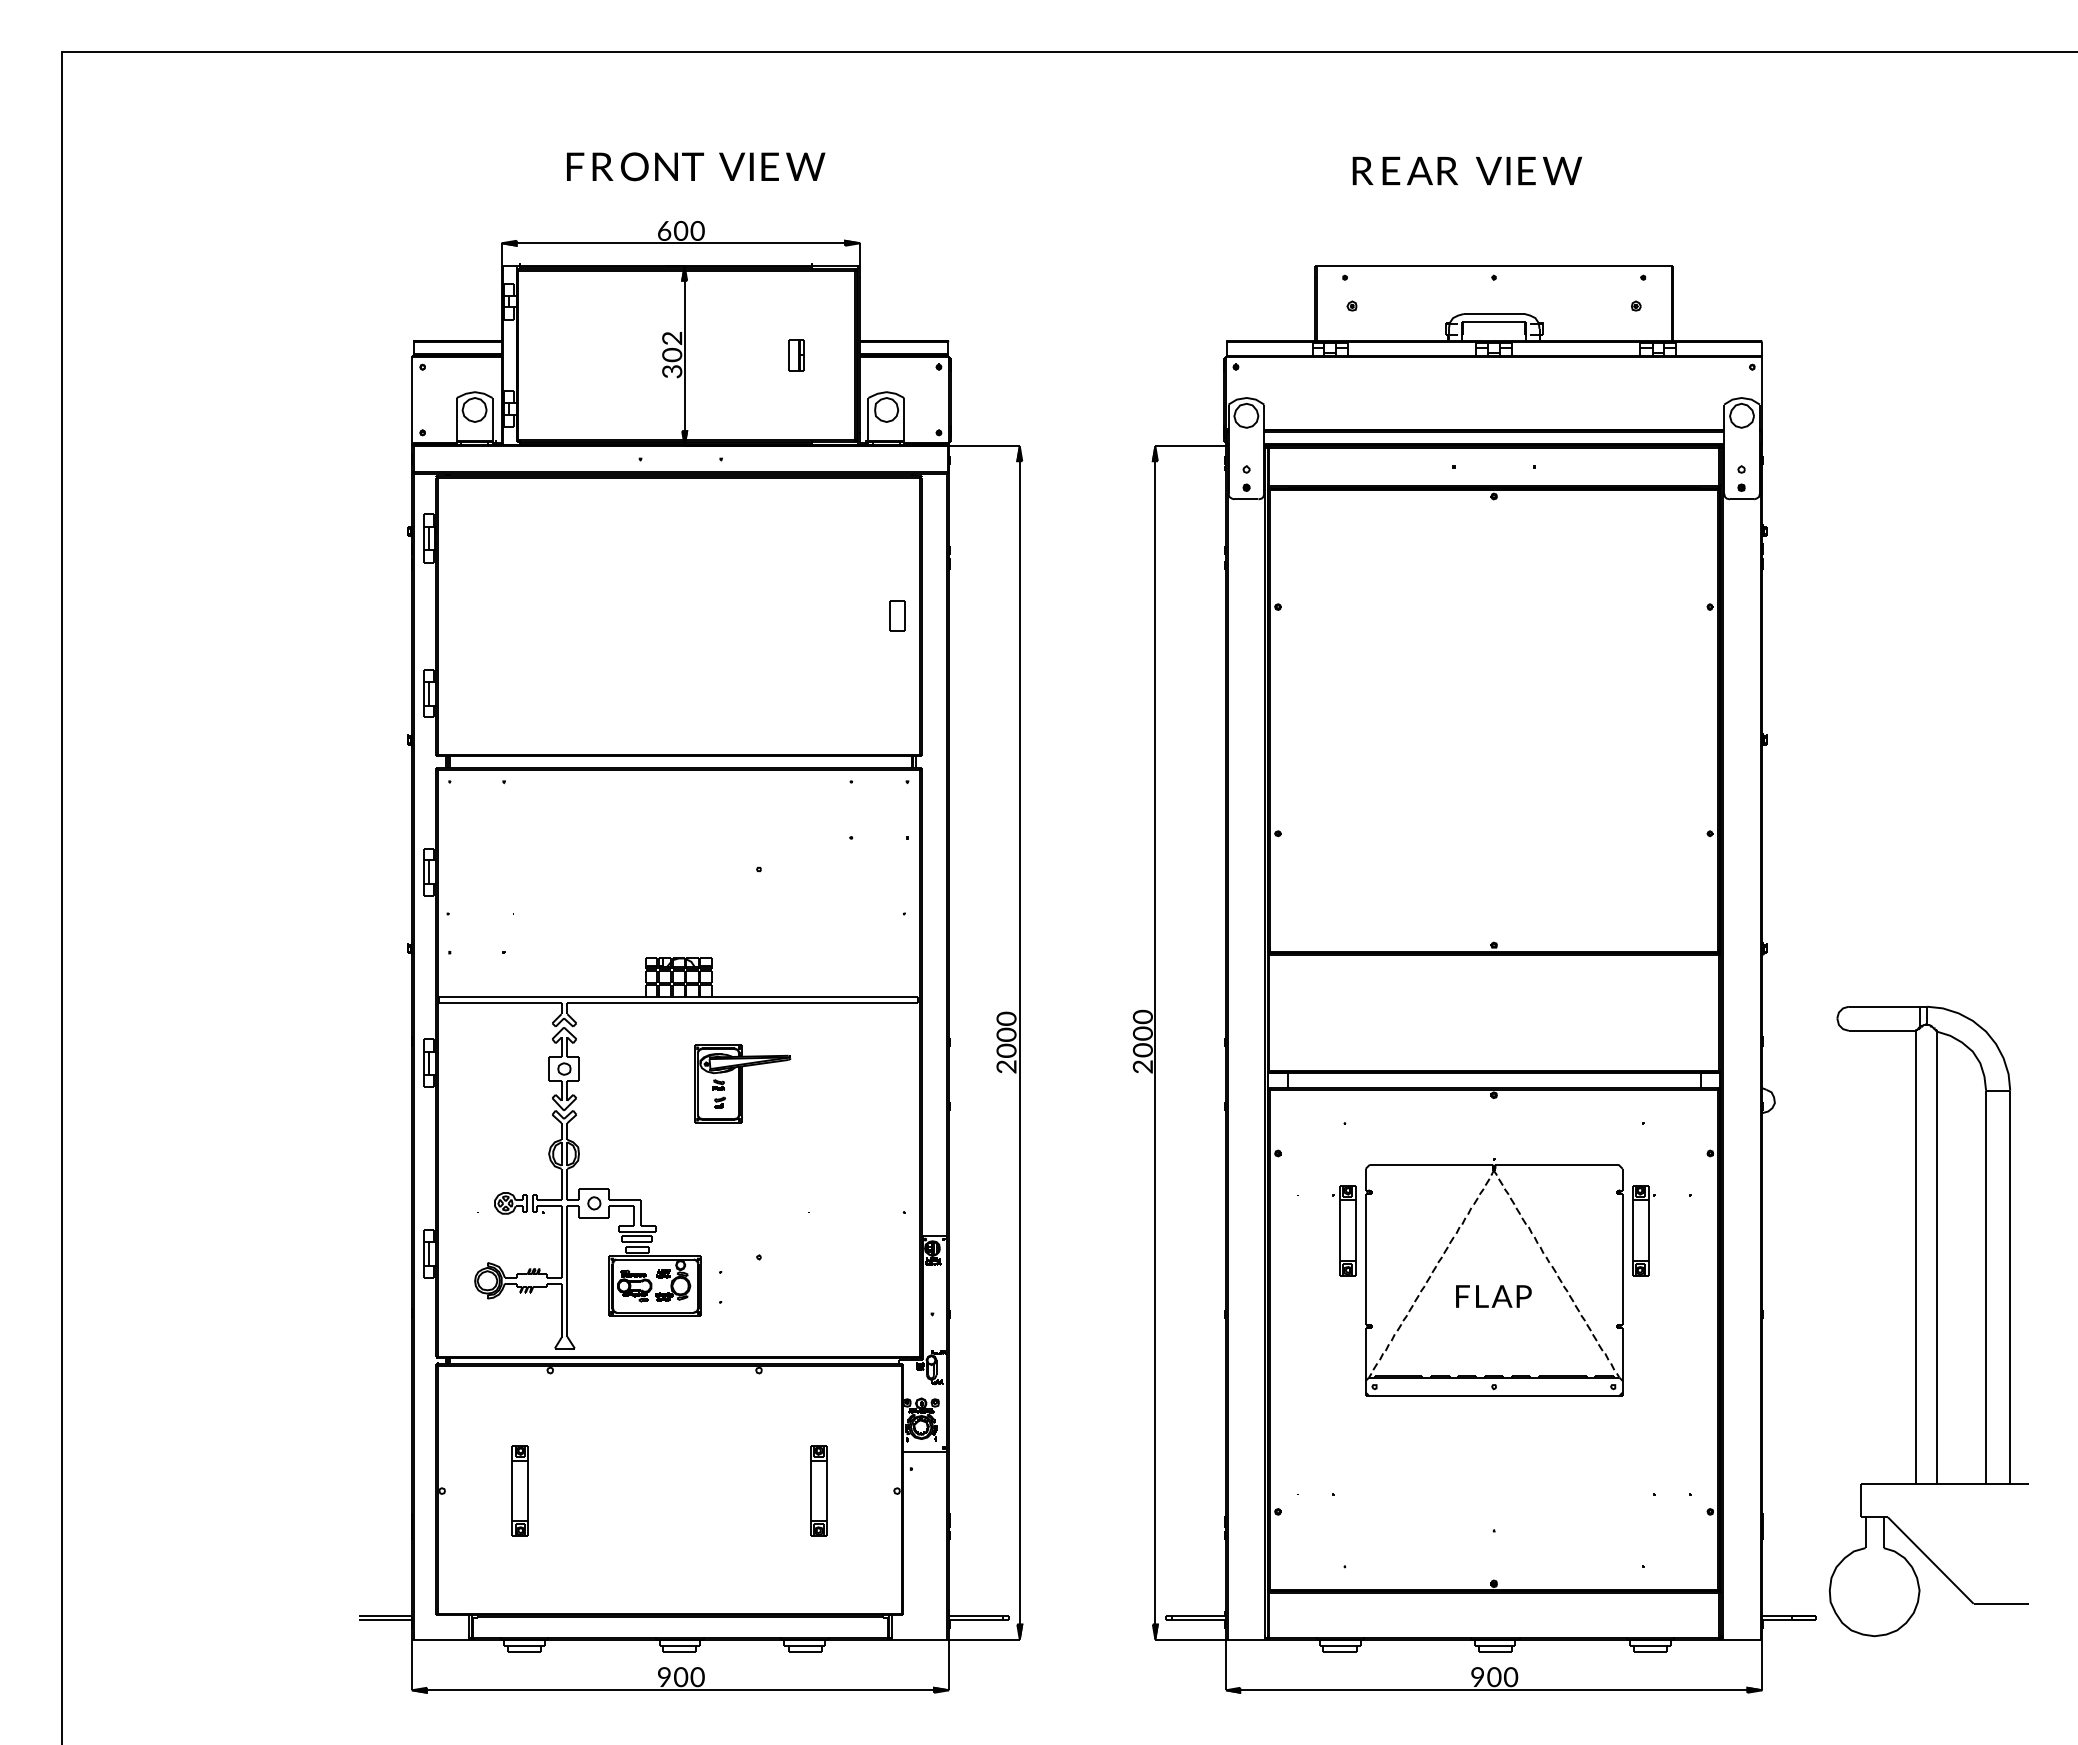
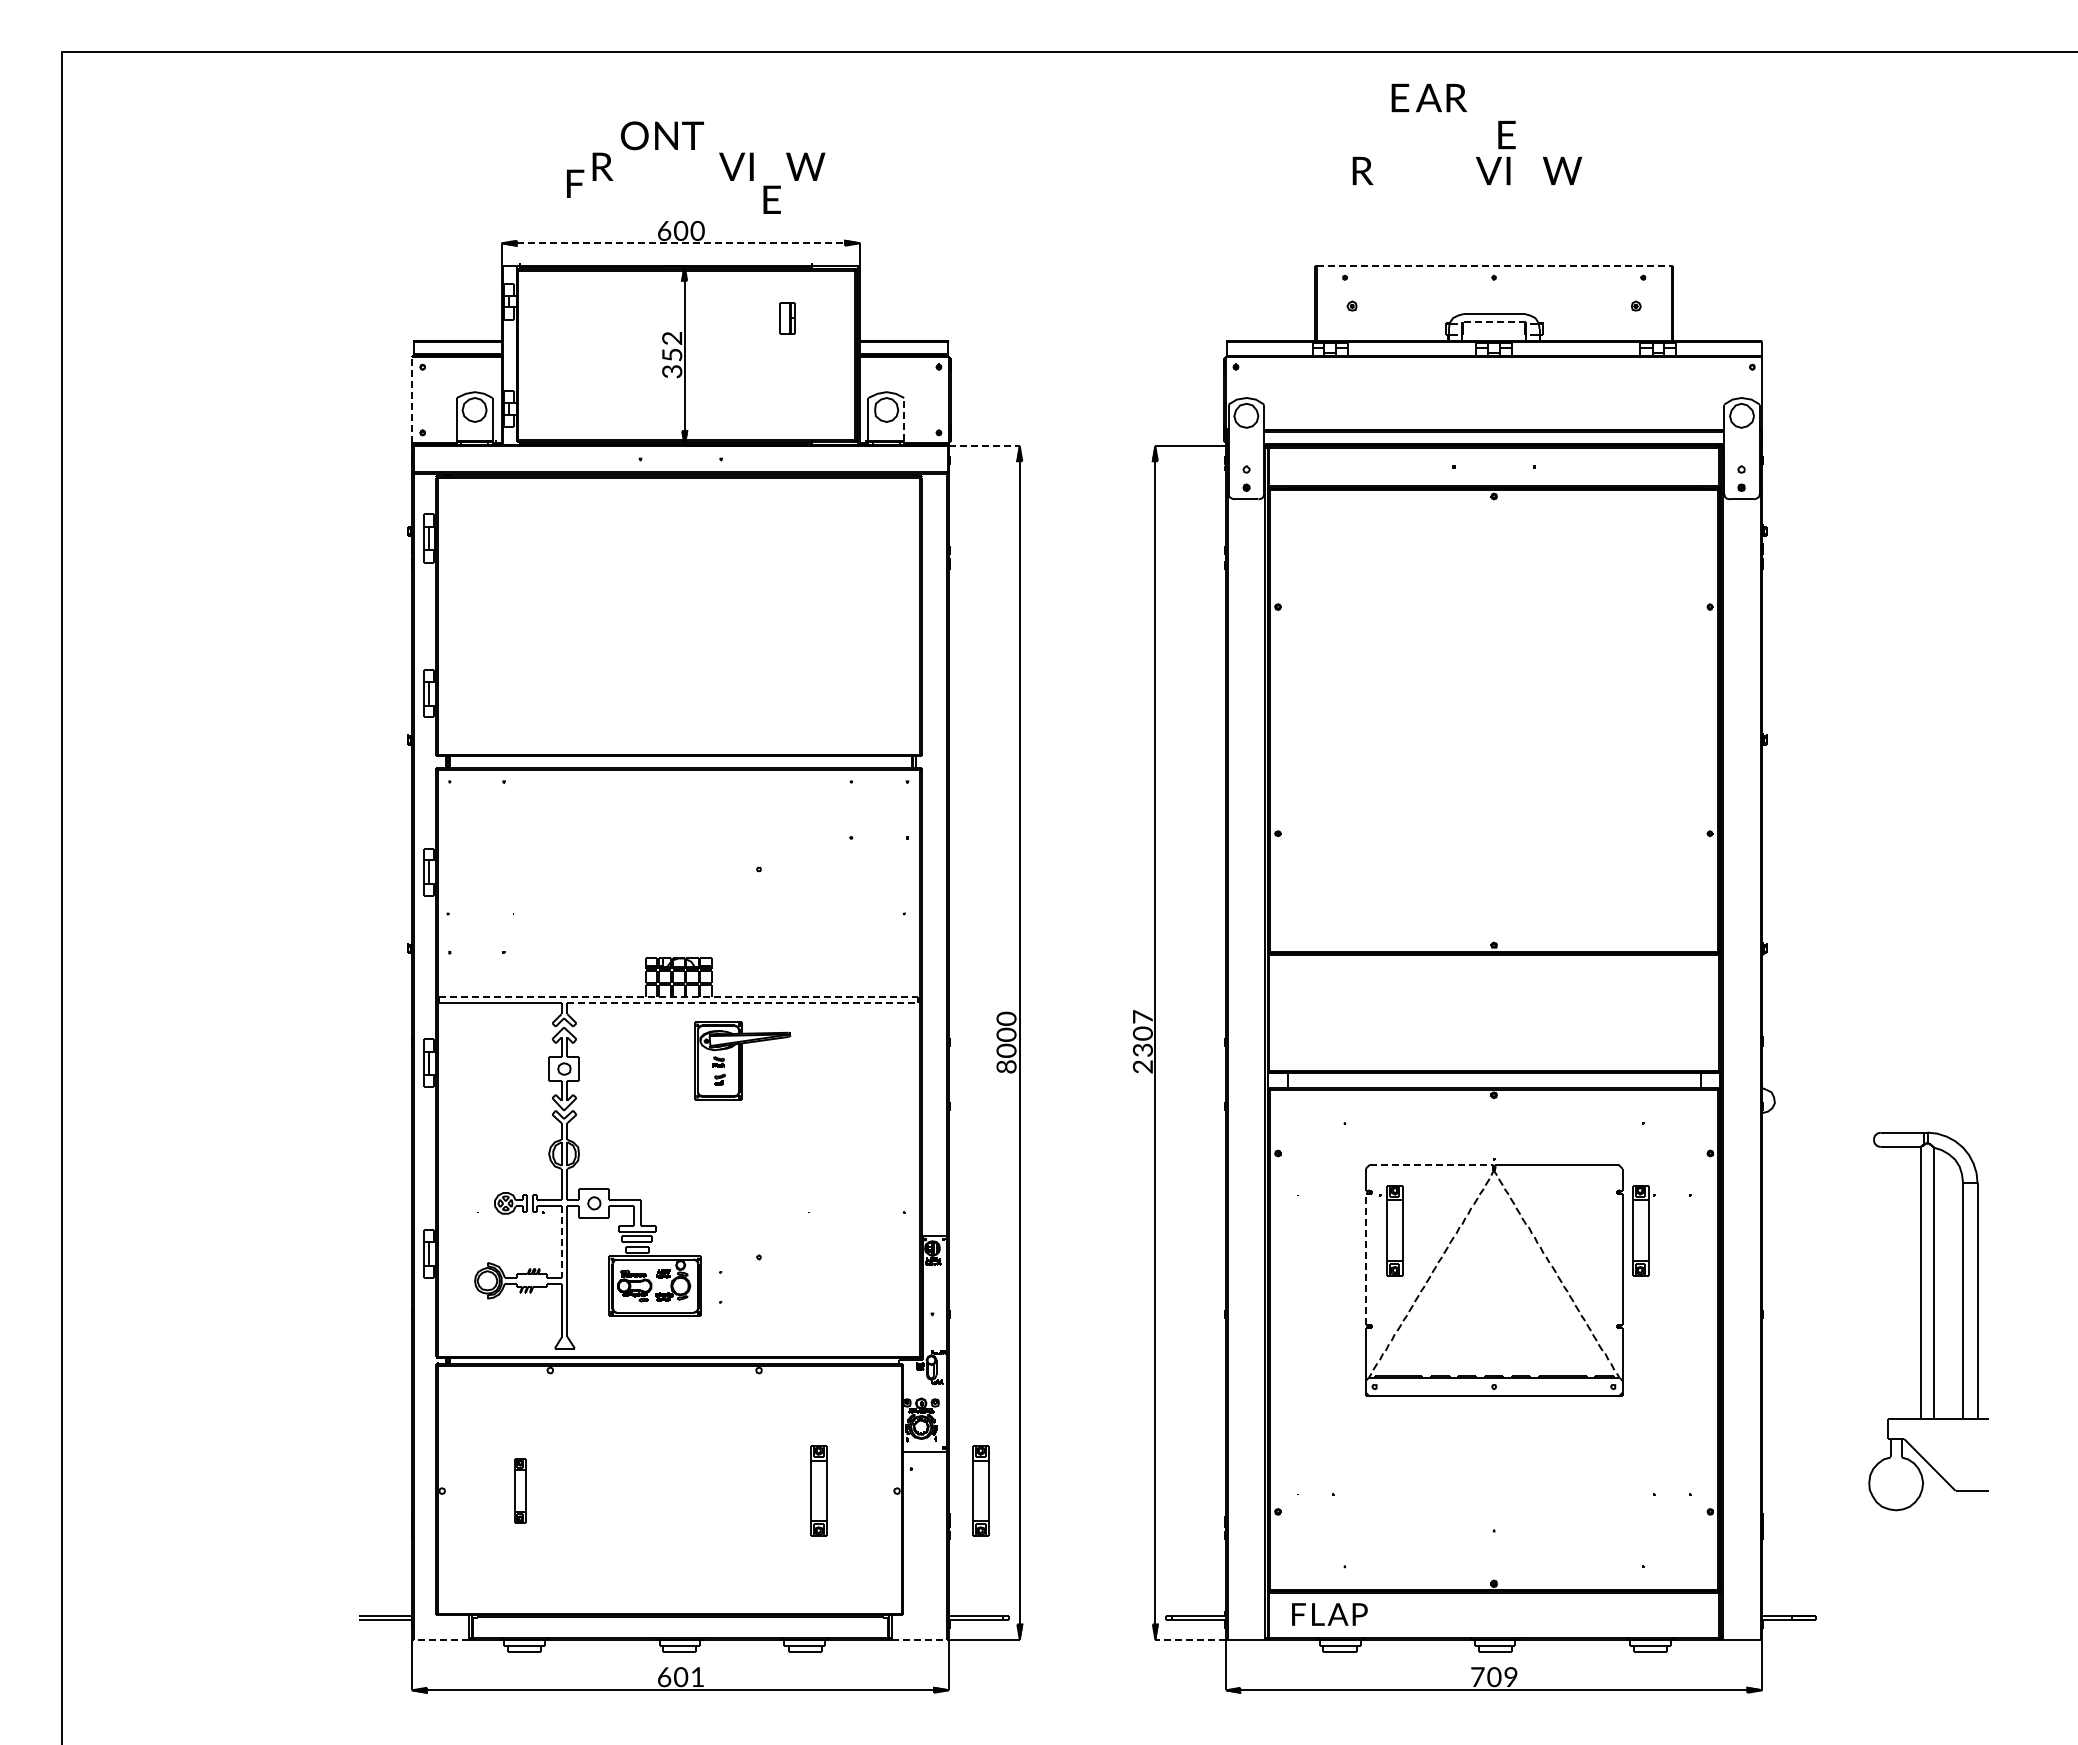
text at (575, 166) position: (575, 166) -> (575, 183)
text at (662, 166) position: (662, 166) -> (662, 135)
text at (769, 166) position: (769, 166) -> (771, 199)
text at (1420, 170) position: (1420, 170) -> (1429, 97)
text at (1526, 170) position: (1526, 170) -> (1506, 134)
line at (681, 243): solid -> dashed
line at (1494, 265): solid -> dashed
line at (1493, 322): solid -> dashed
text at (672, 354): 0 -> 5
part at (796, 355) position: (796, 355) -> (787, 318)
line at (411, 400): solid -> dashed
line at (904, 419): solid -> dashed
line at (984, 446): solid -> dashed
part at (897, 615): present -> none
line at (678, 996): solid -> dashed
line at (743, 1002): solid -> dashed
text at (1142, 1016): 0 -> 7
text at (1142, 1050): 0 -> 3
text at (1007, 1066): 2000 -> 8000
part at (742, 1083) position: (742, 1083) -> (742, 1060)
line at (1431, 1164): solid -> dashed
part at (1344, 1230) position: (1344, 1230) -> (1391, 1230)
line at (561, 1242): solid -> dashed
line at (1365, 1259): solid -> dashed
text at (1493, 1296) position: (1493, 1296) -> (1329, 1614)
part at (1928, 1321) size: 201x633 px -> 121x381 px
part at (519, 1490) size: 18x92 px -> 13x66 px
part at (980, 1490): none -> present
line at (441, 1639): solid -> dashed
line at (919, 1639): solid -> dashed
line at (1190, 1639): solid -> dashed
text at (1477, 1676): 9 -> 7
text at (664, 1677): 9 -> 6
text at (697, 1677): 0 -> 1
text at (1511, 1677): 0 -> 9
